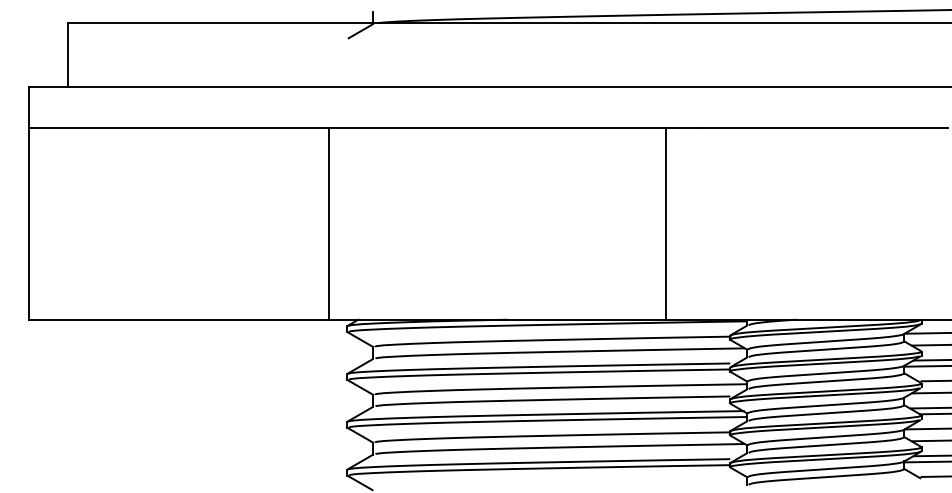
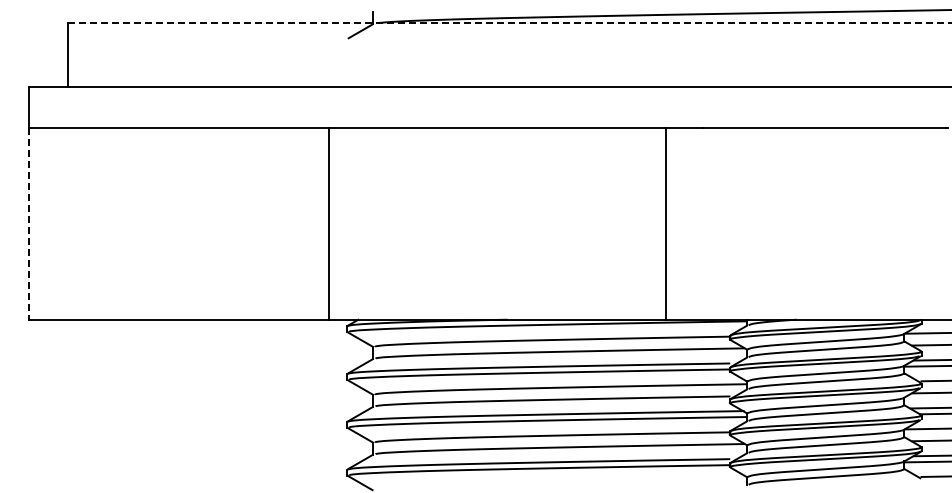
line at (510, 23): solid -> dashed
line at (28, 224): solid -> dashed
